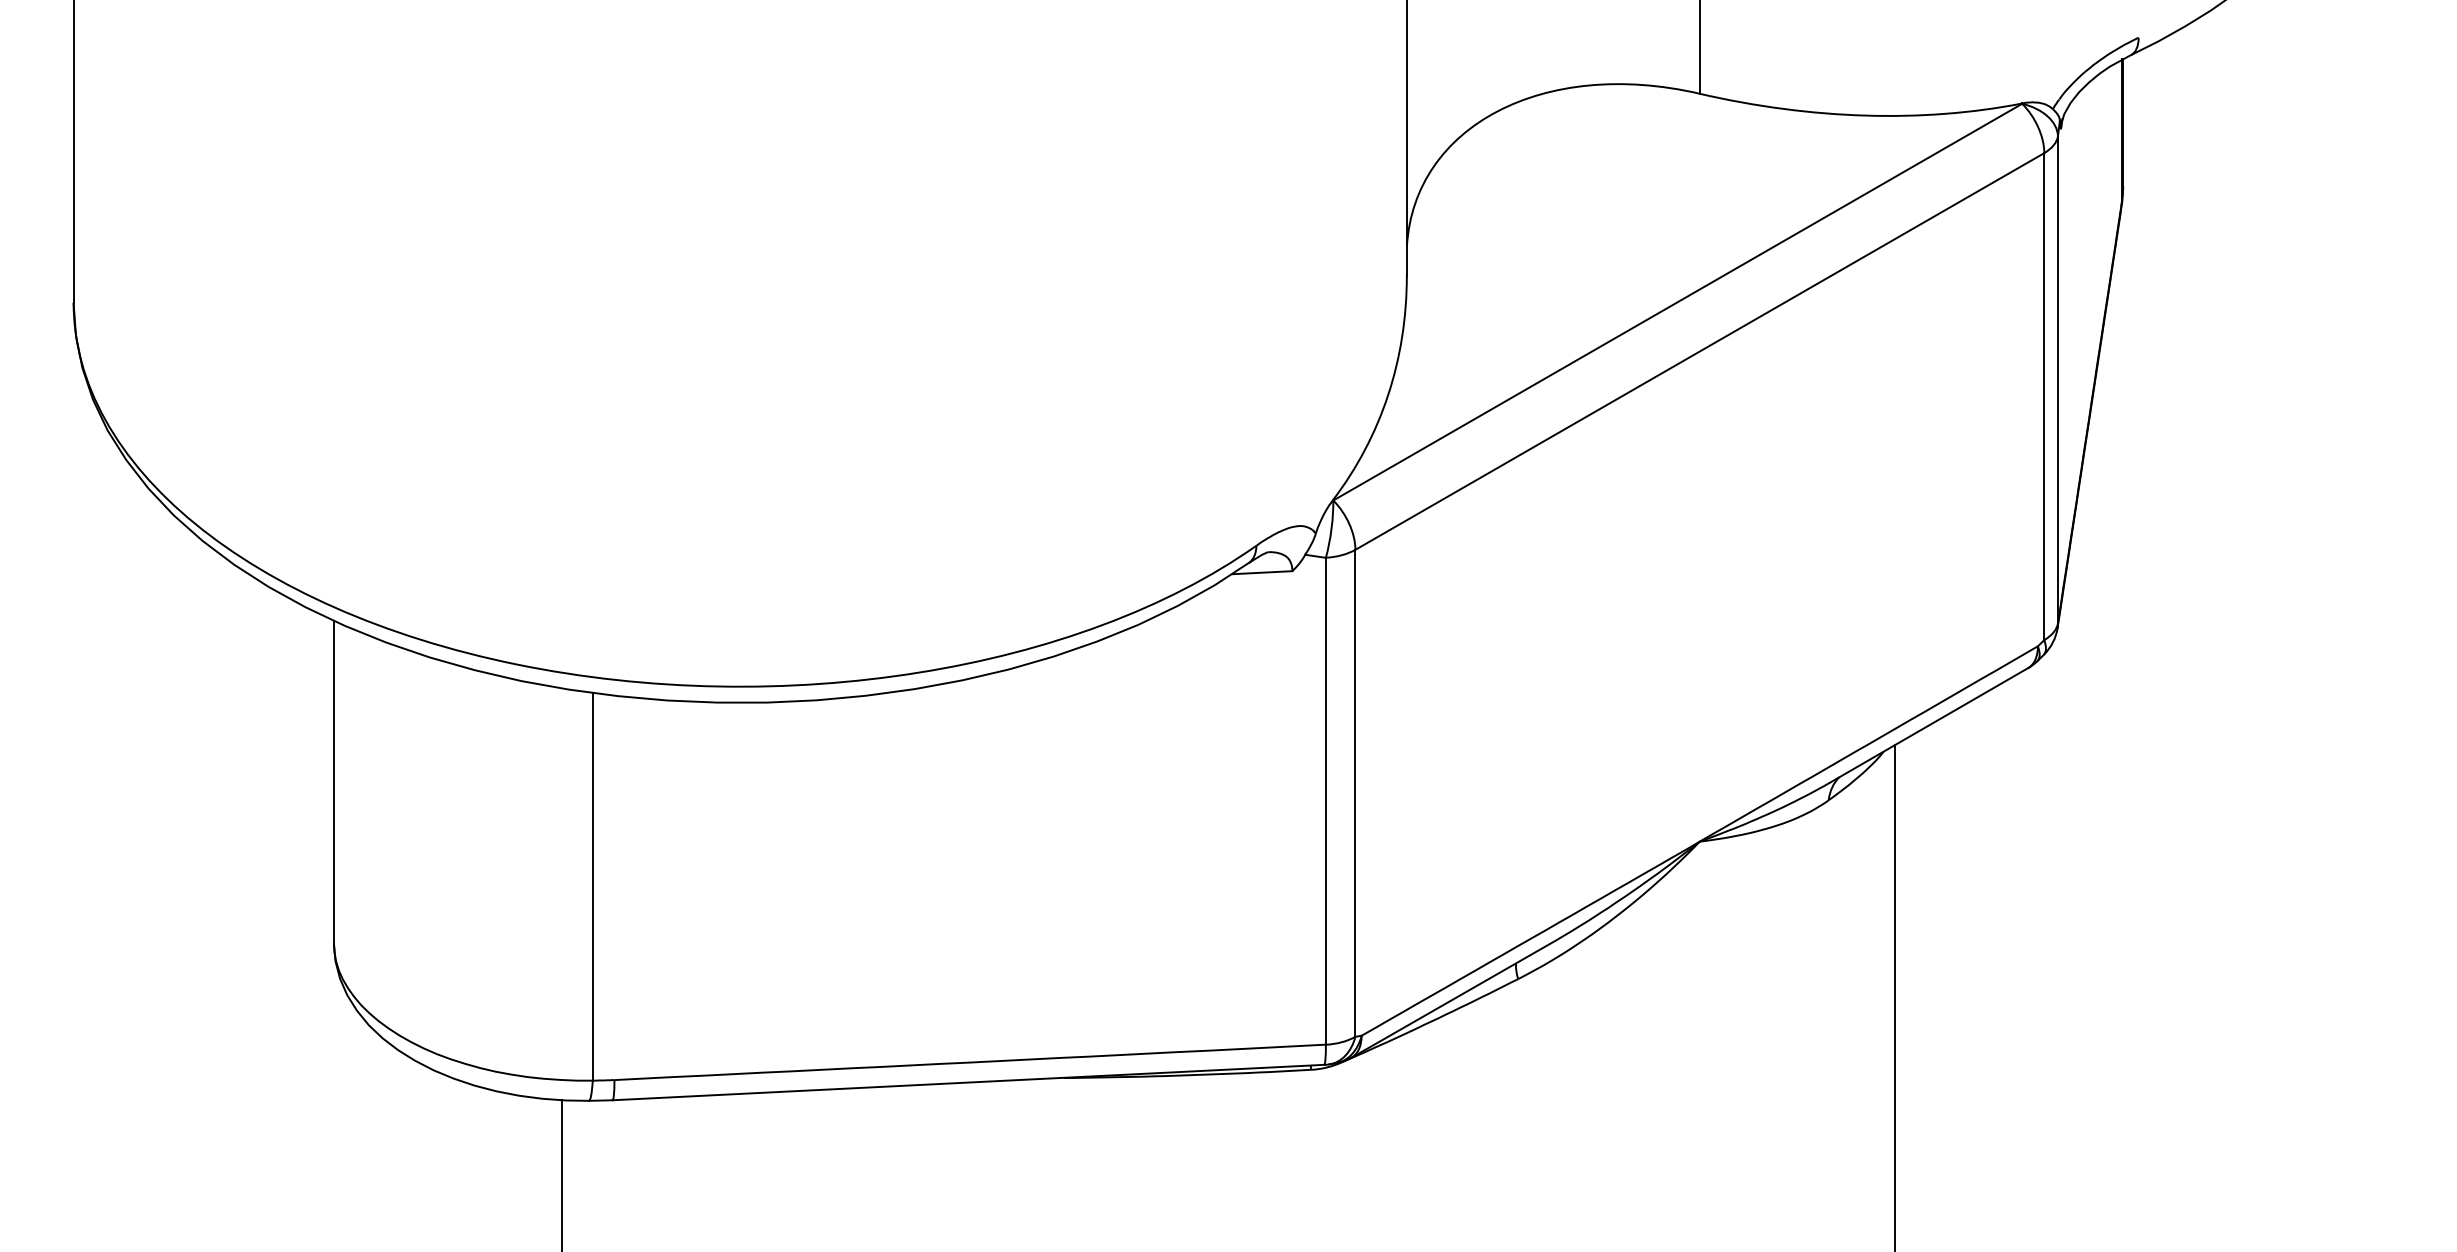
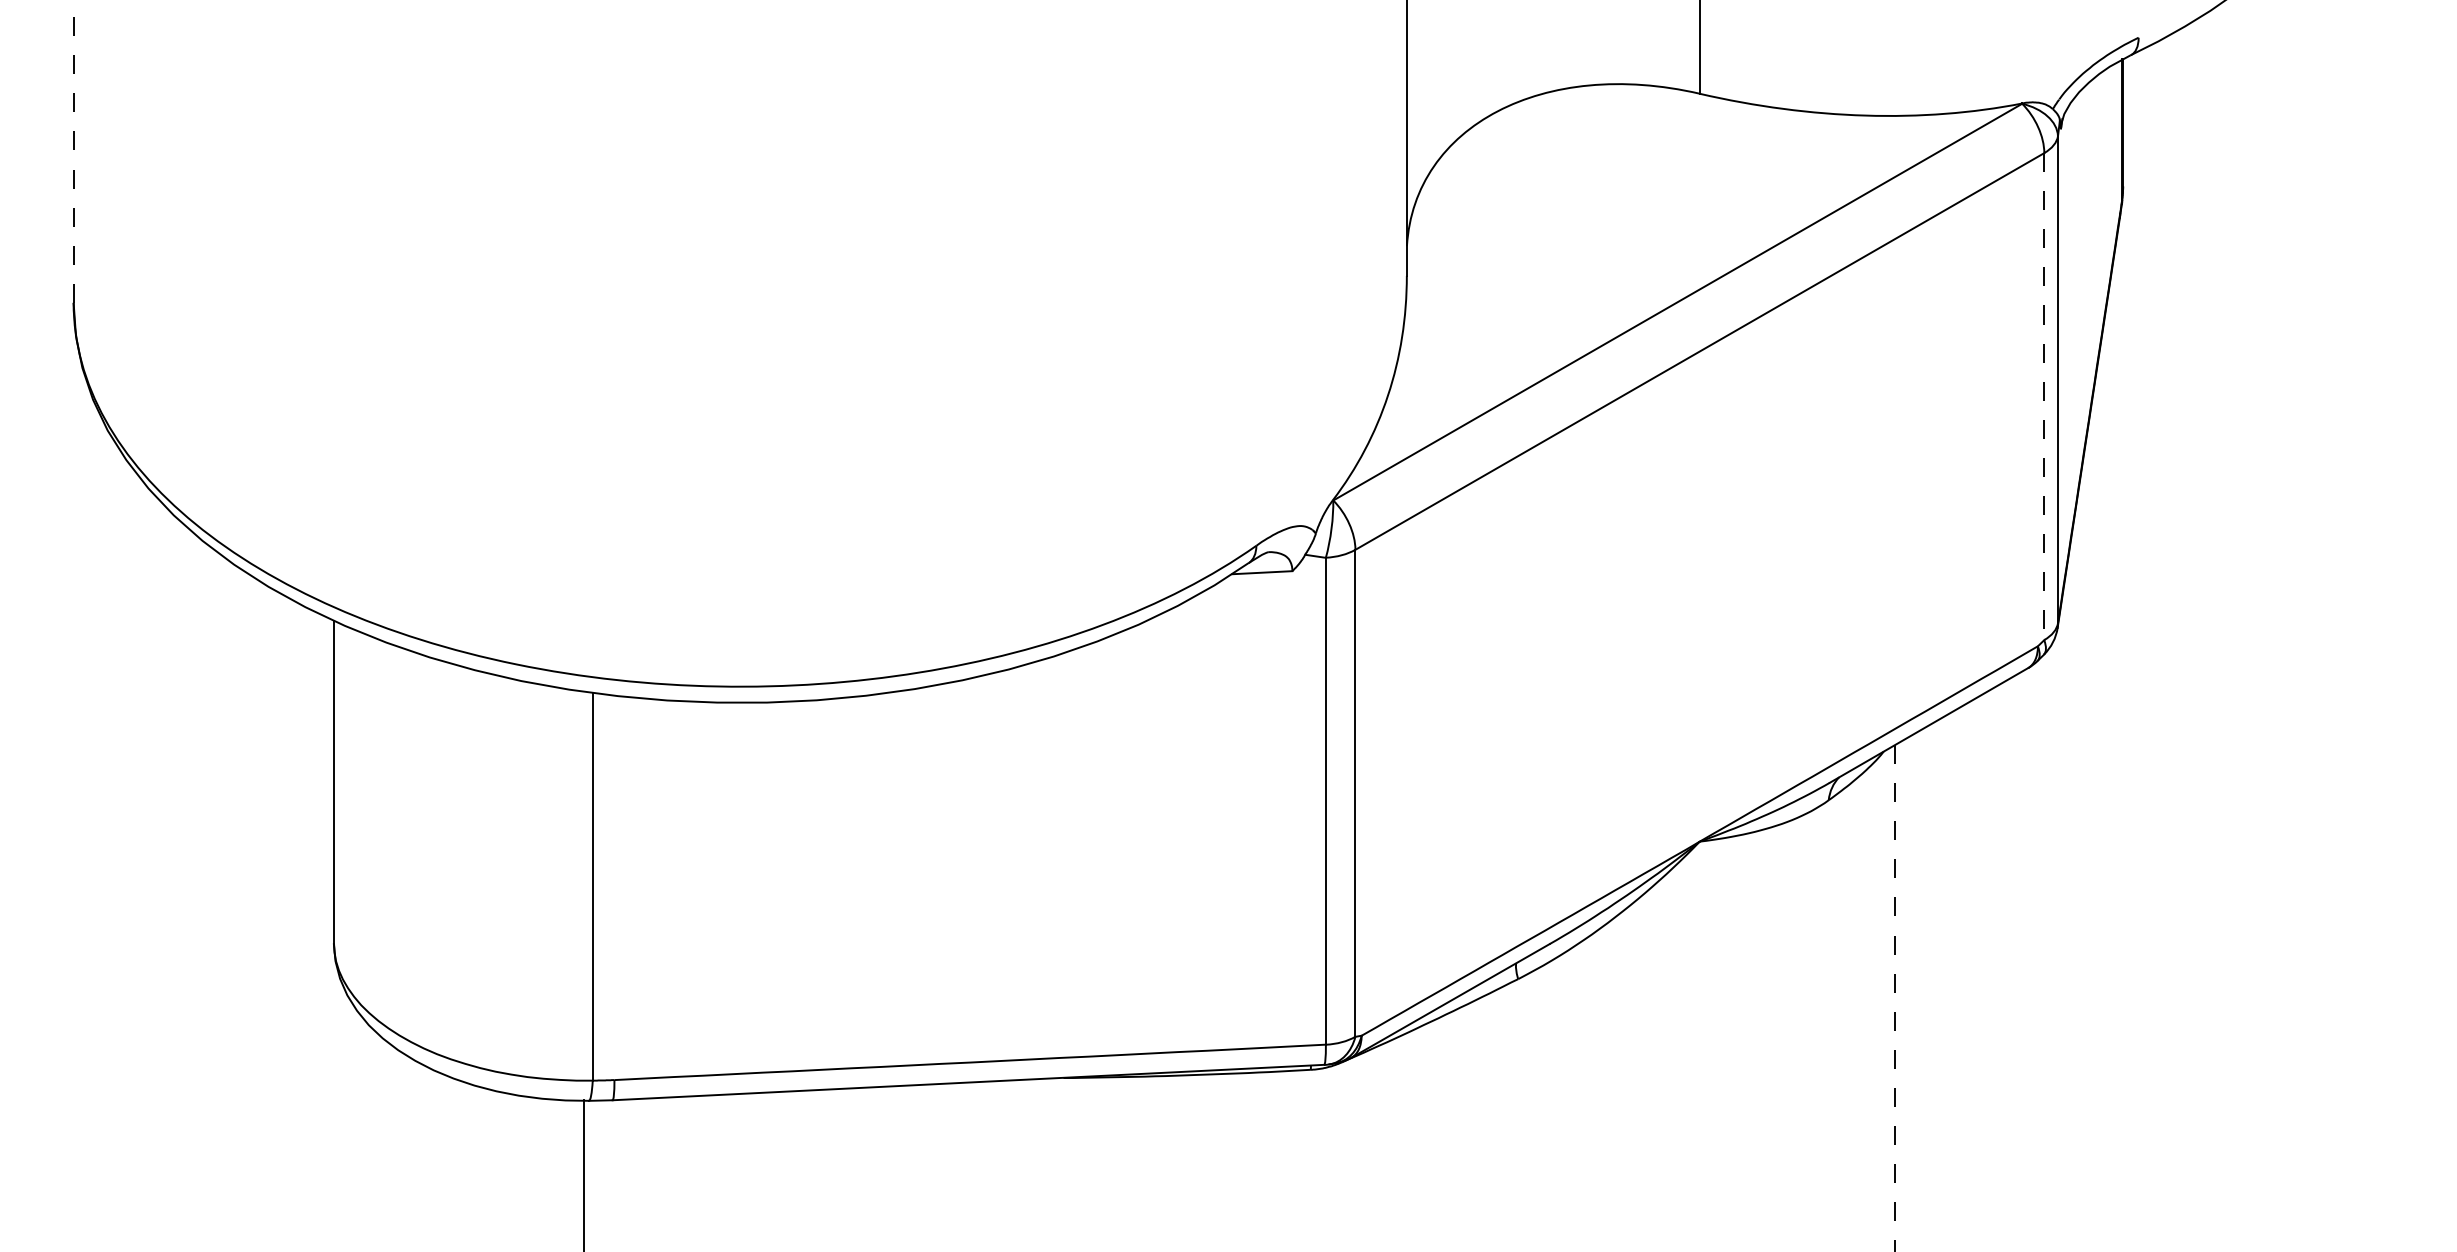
line at (73, 151): solid -> dashed
line at (2044, 397): solid -> dashed
line at (1895, 998): solid -> dashed
line at (561, 1174) position: (561, 1174) -> (583, 1174)
